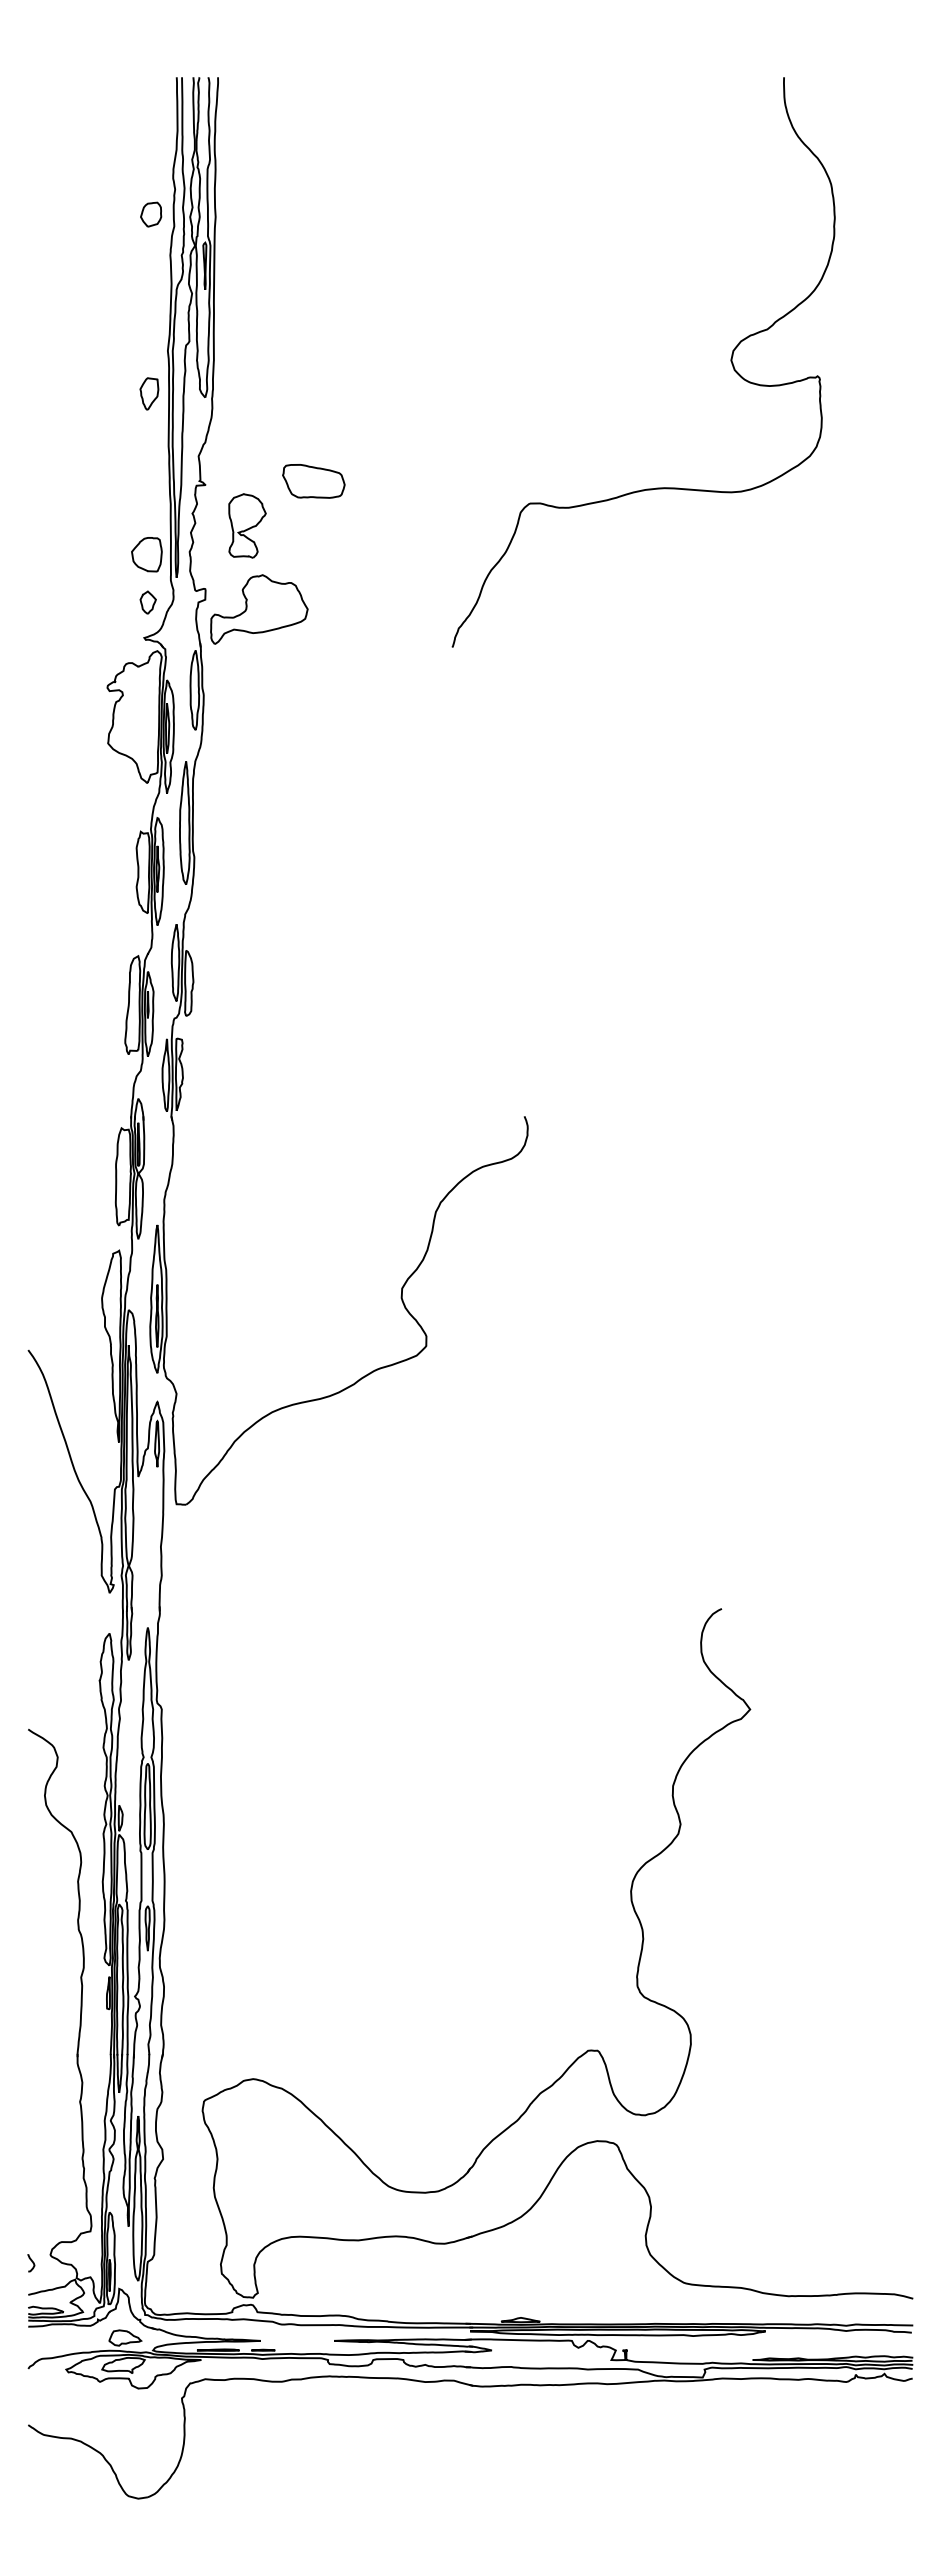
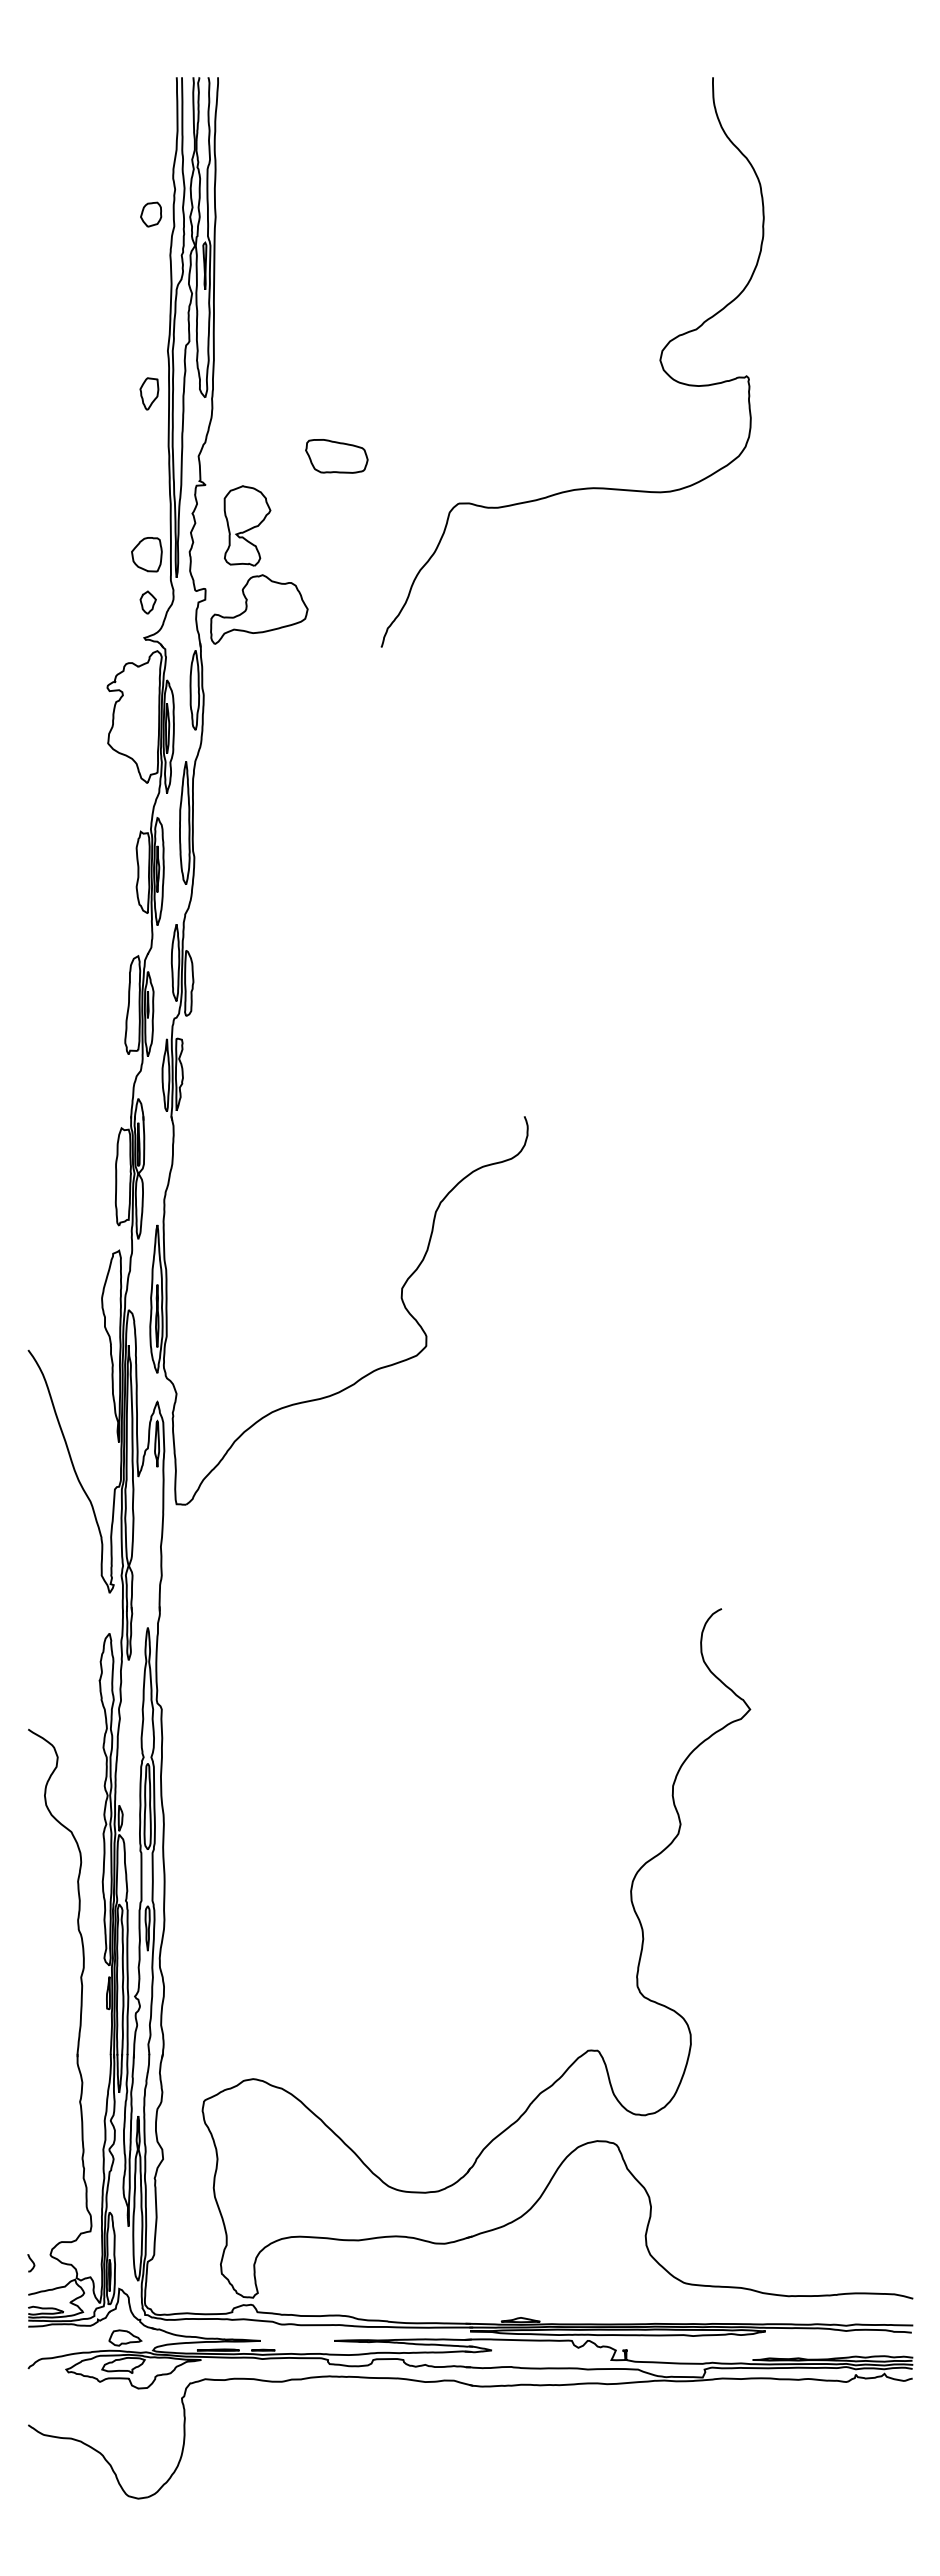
curve at (730, 361) position: (730, 361) -> (659, 361)
part at (313, 481) position: (313, 481) -> (336, 456)
part at (247, 525) size: 39x66 px -> 49x82 px
